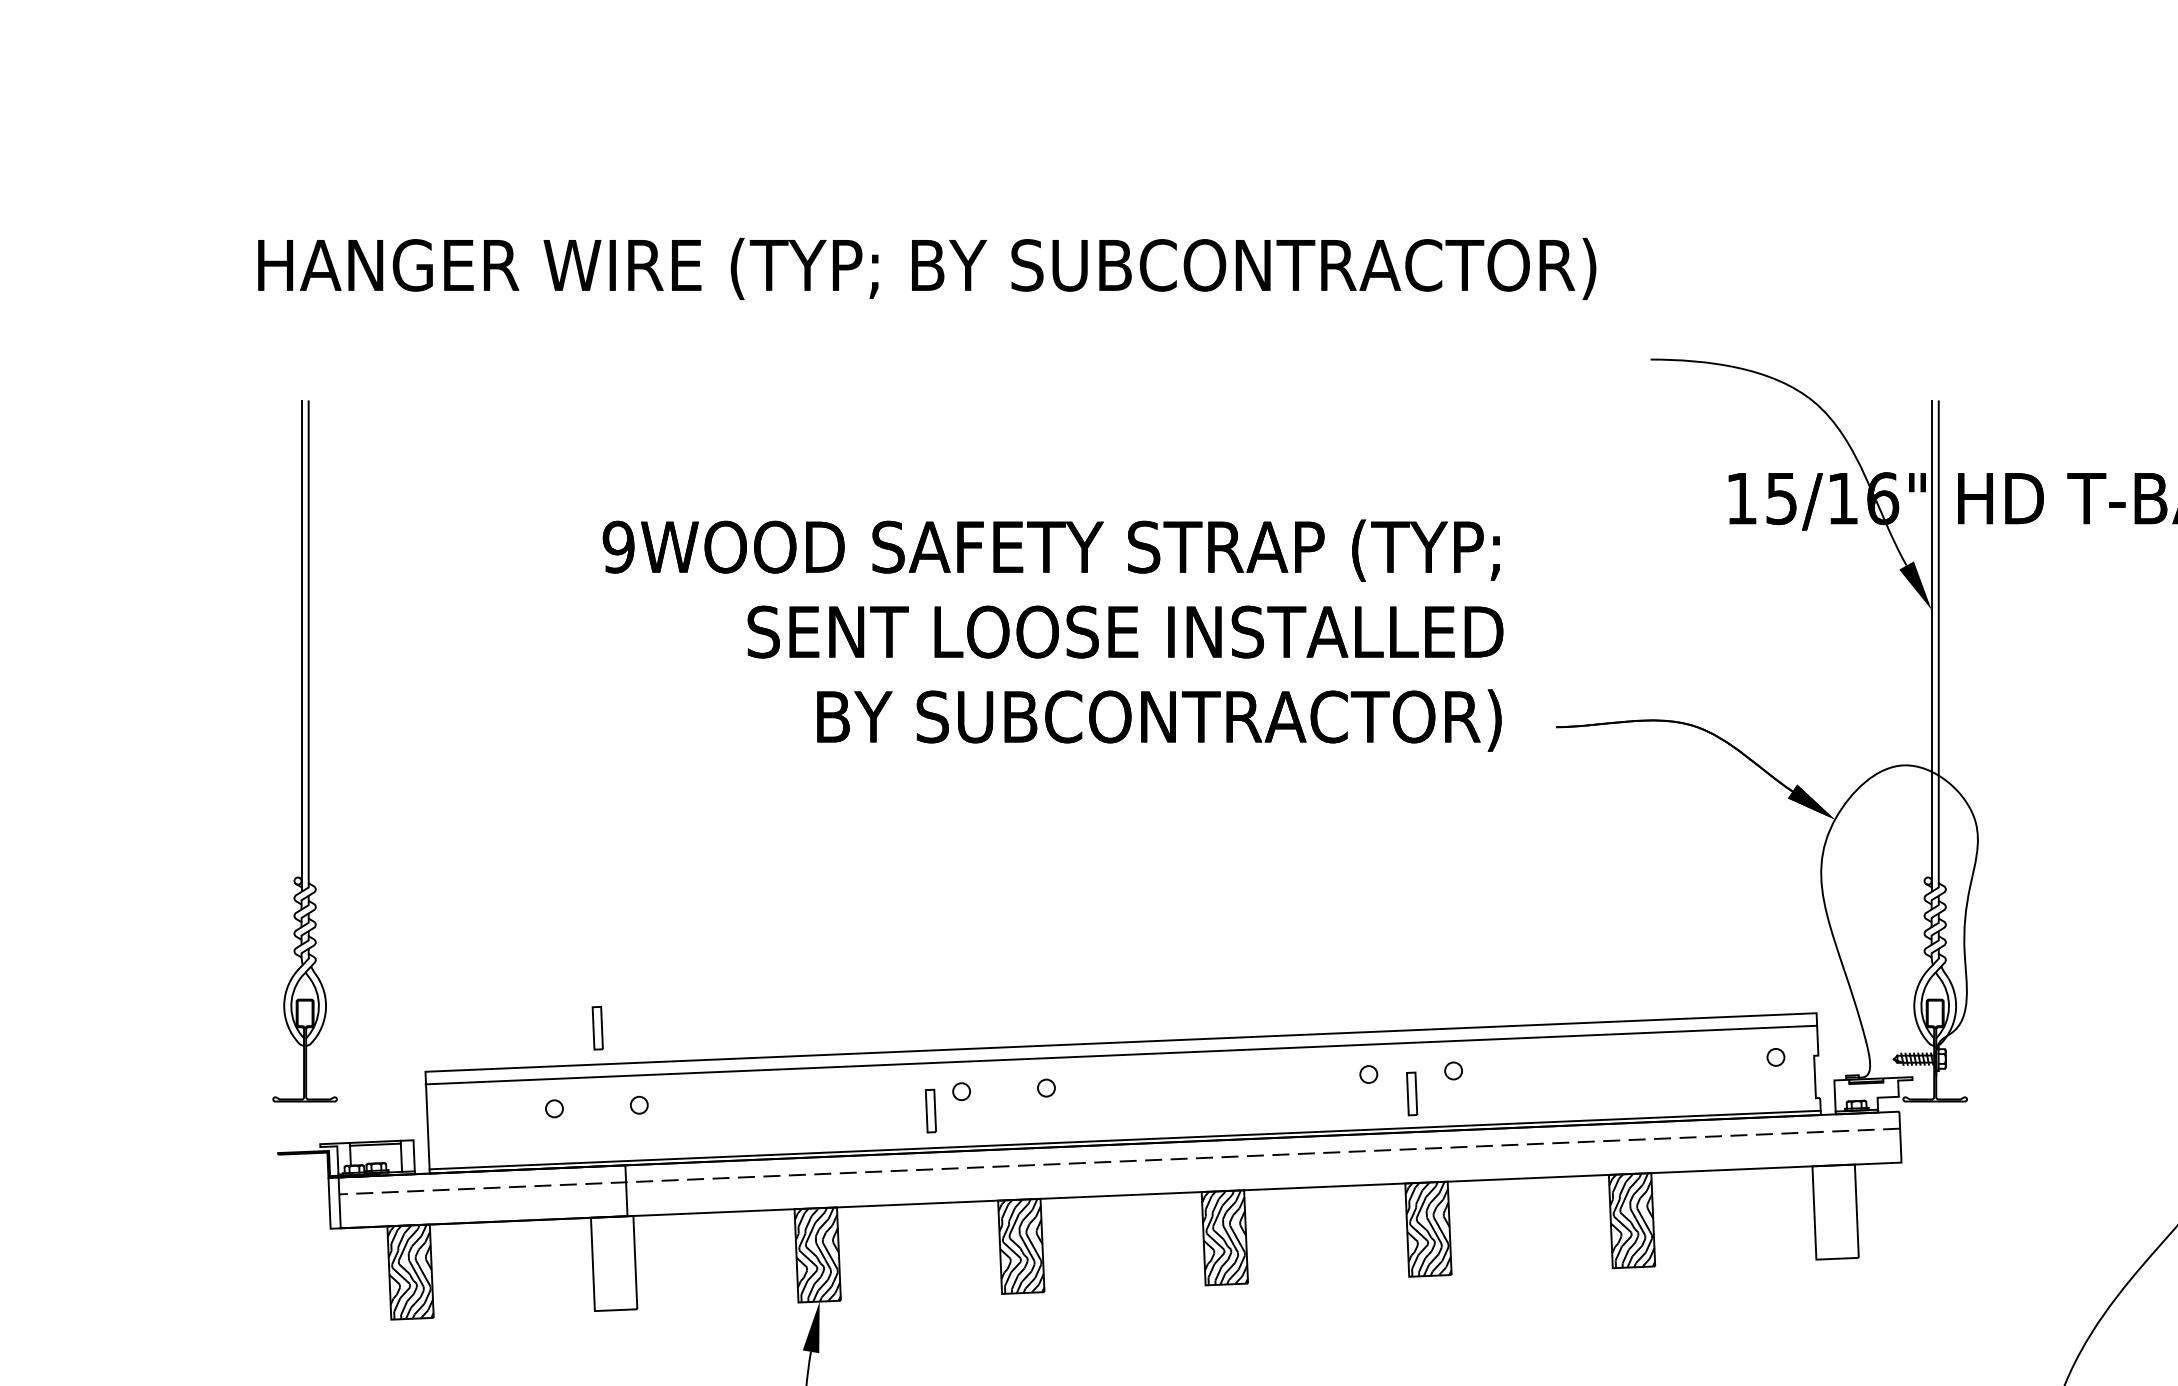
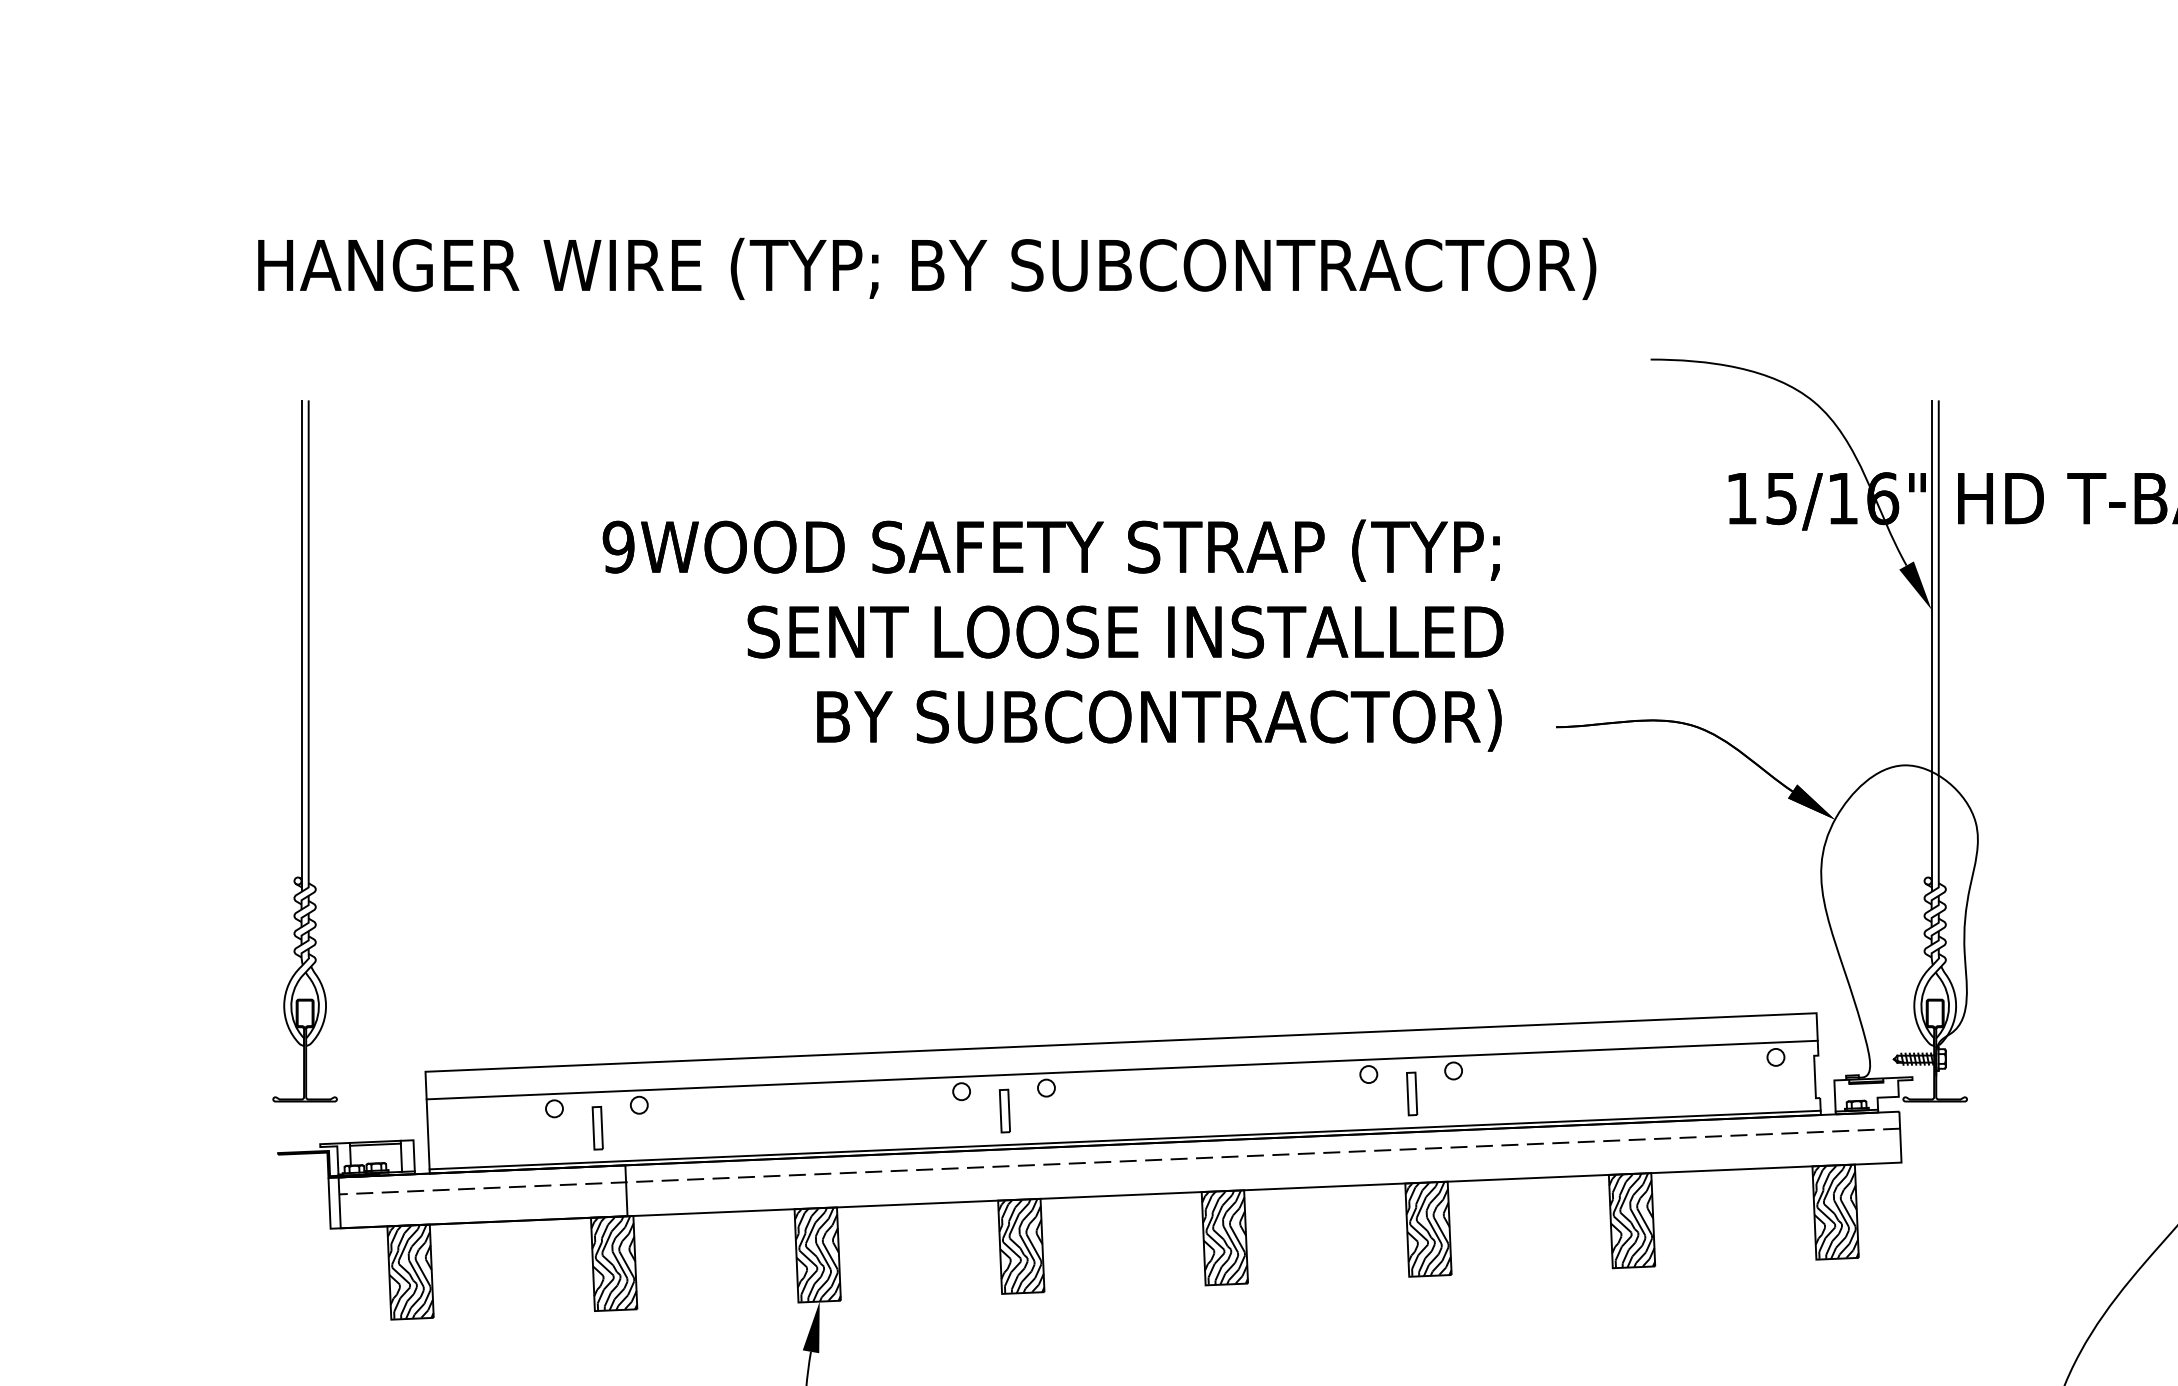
part at (597, 1028) position: (597, 1028) -> (597, 1128)
line at (1120, 1054) position: (1120, 1054) -> (1121, 1069)
part at (930, 1110) position: (930, 1110) -> (1004, 1110)
hatch at (1835, 1211): none -> present
hatch at (614, 1263): none -> present
